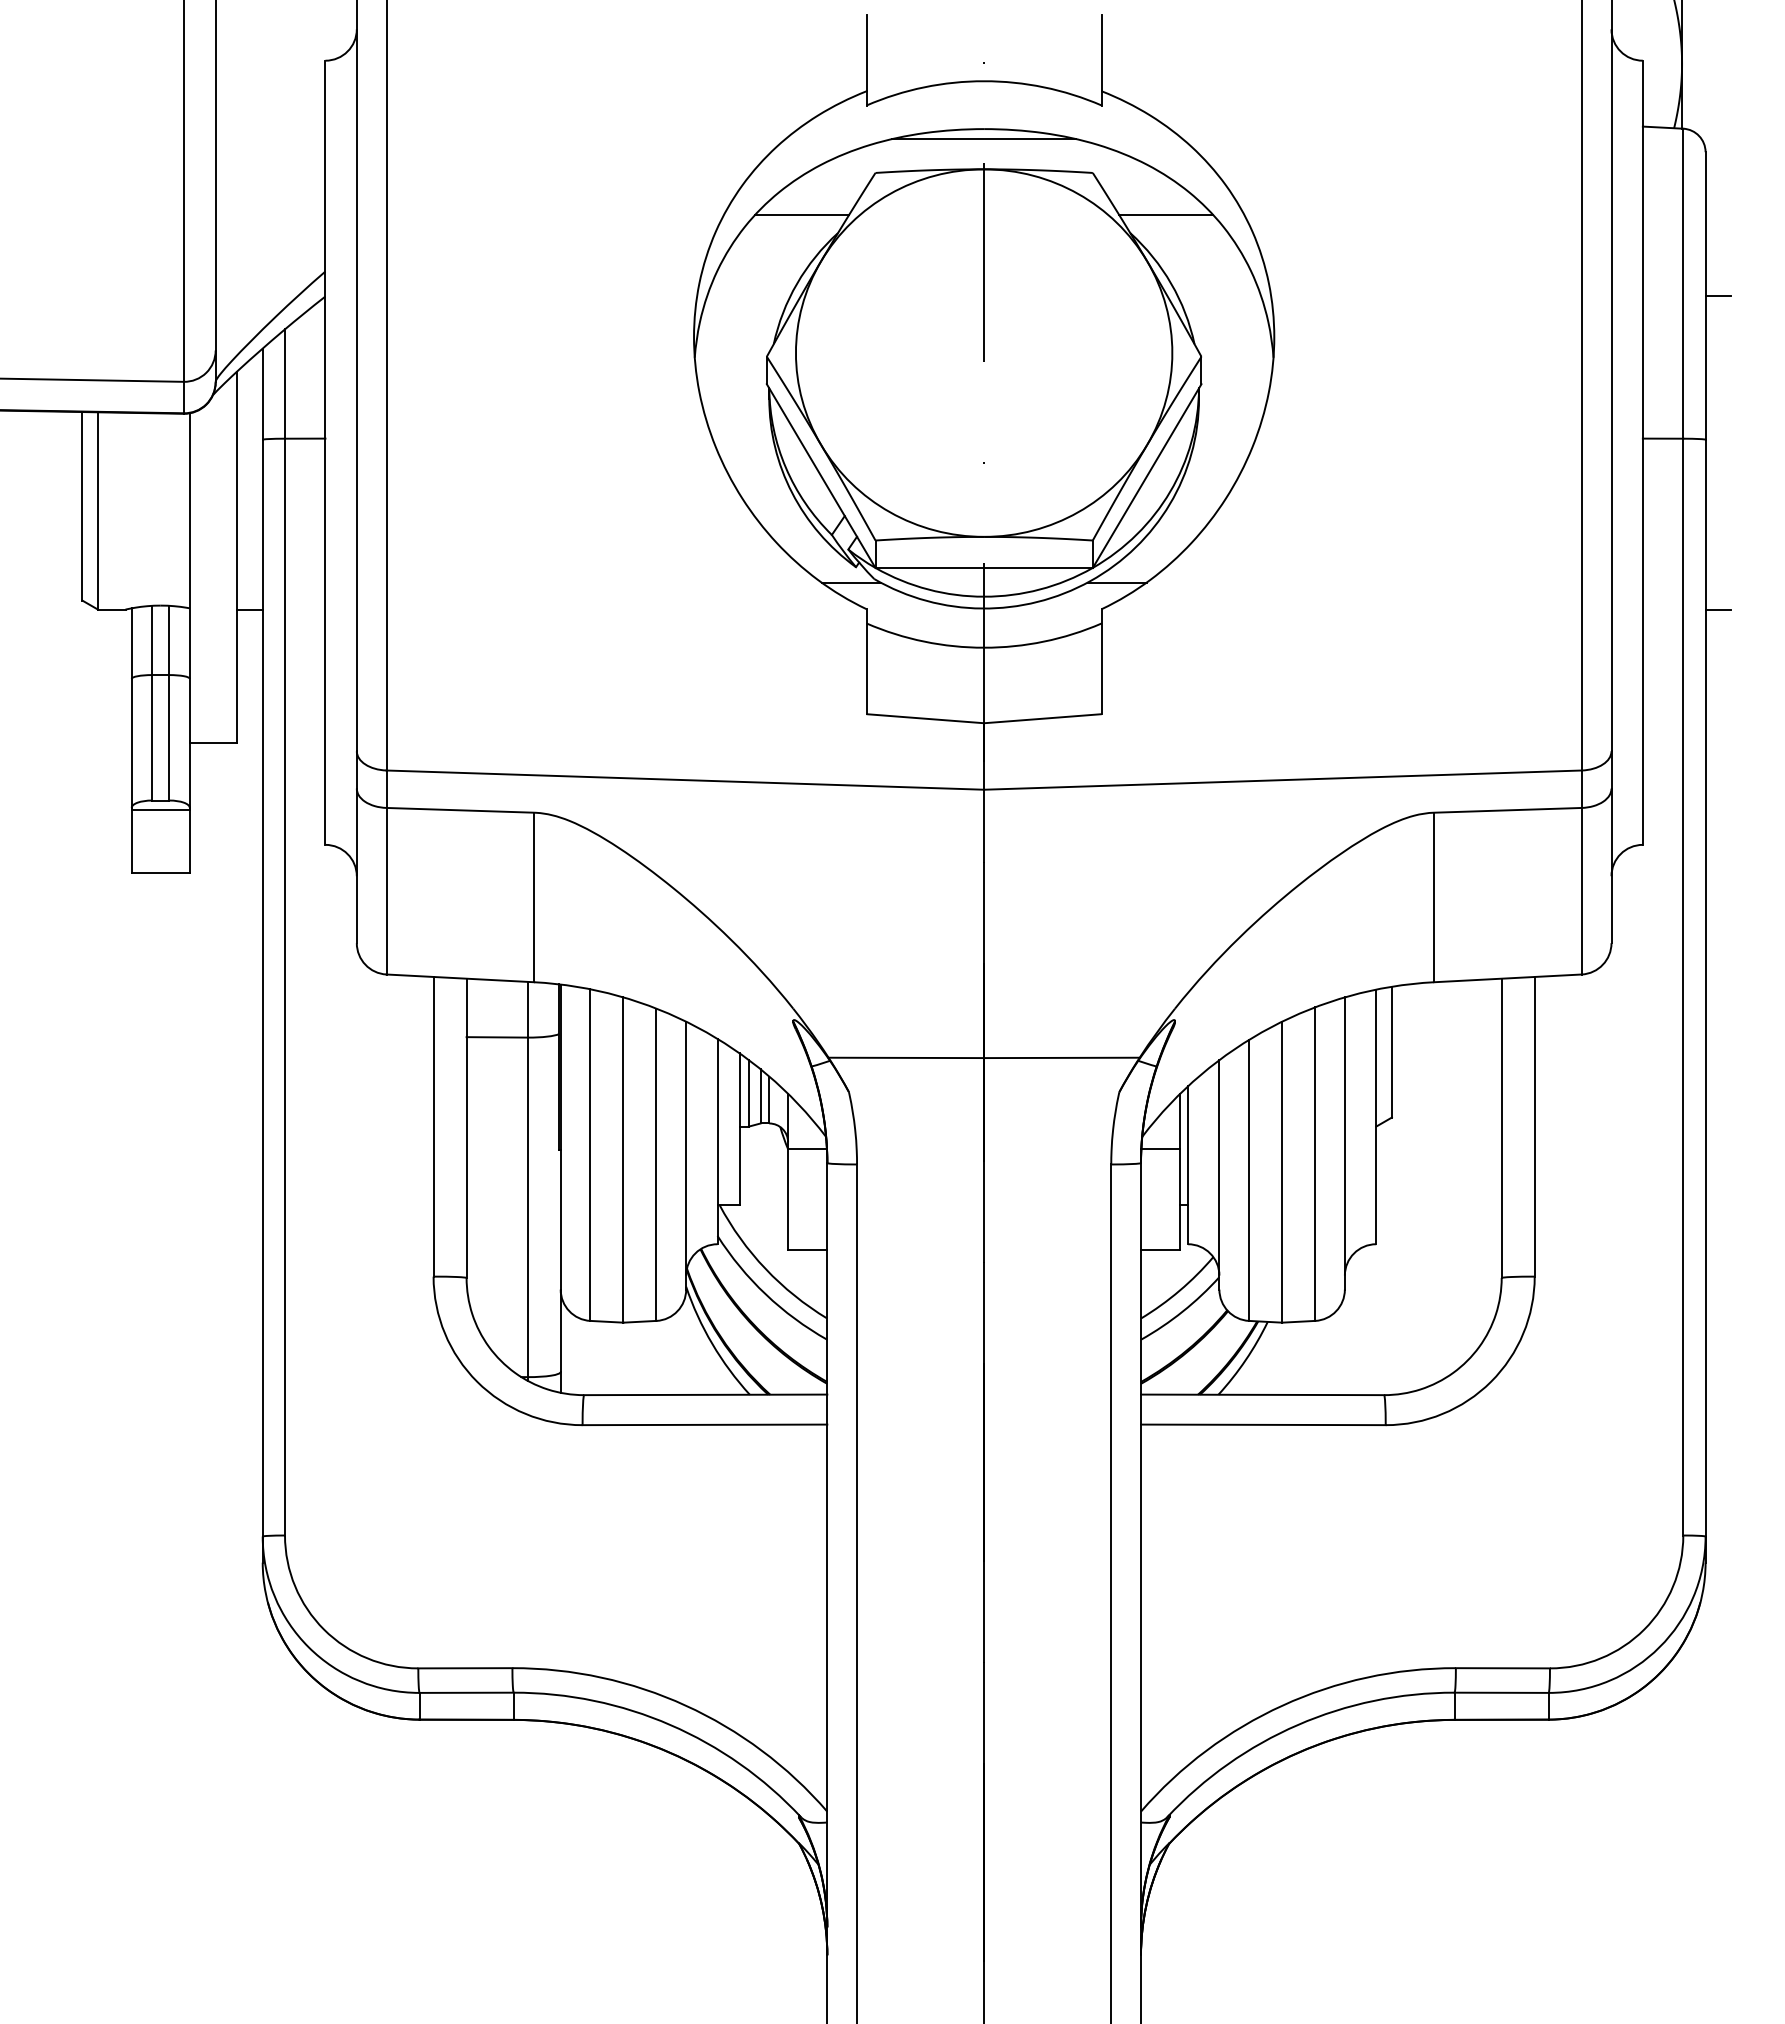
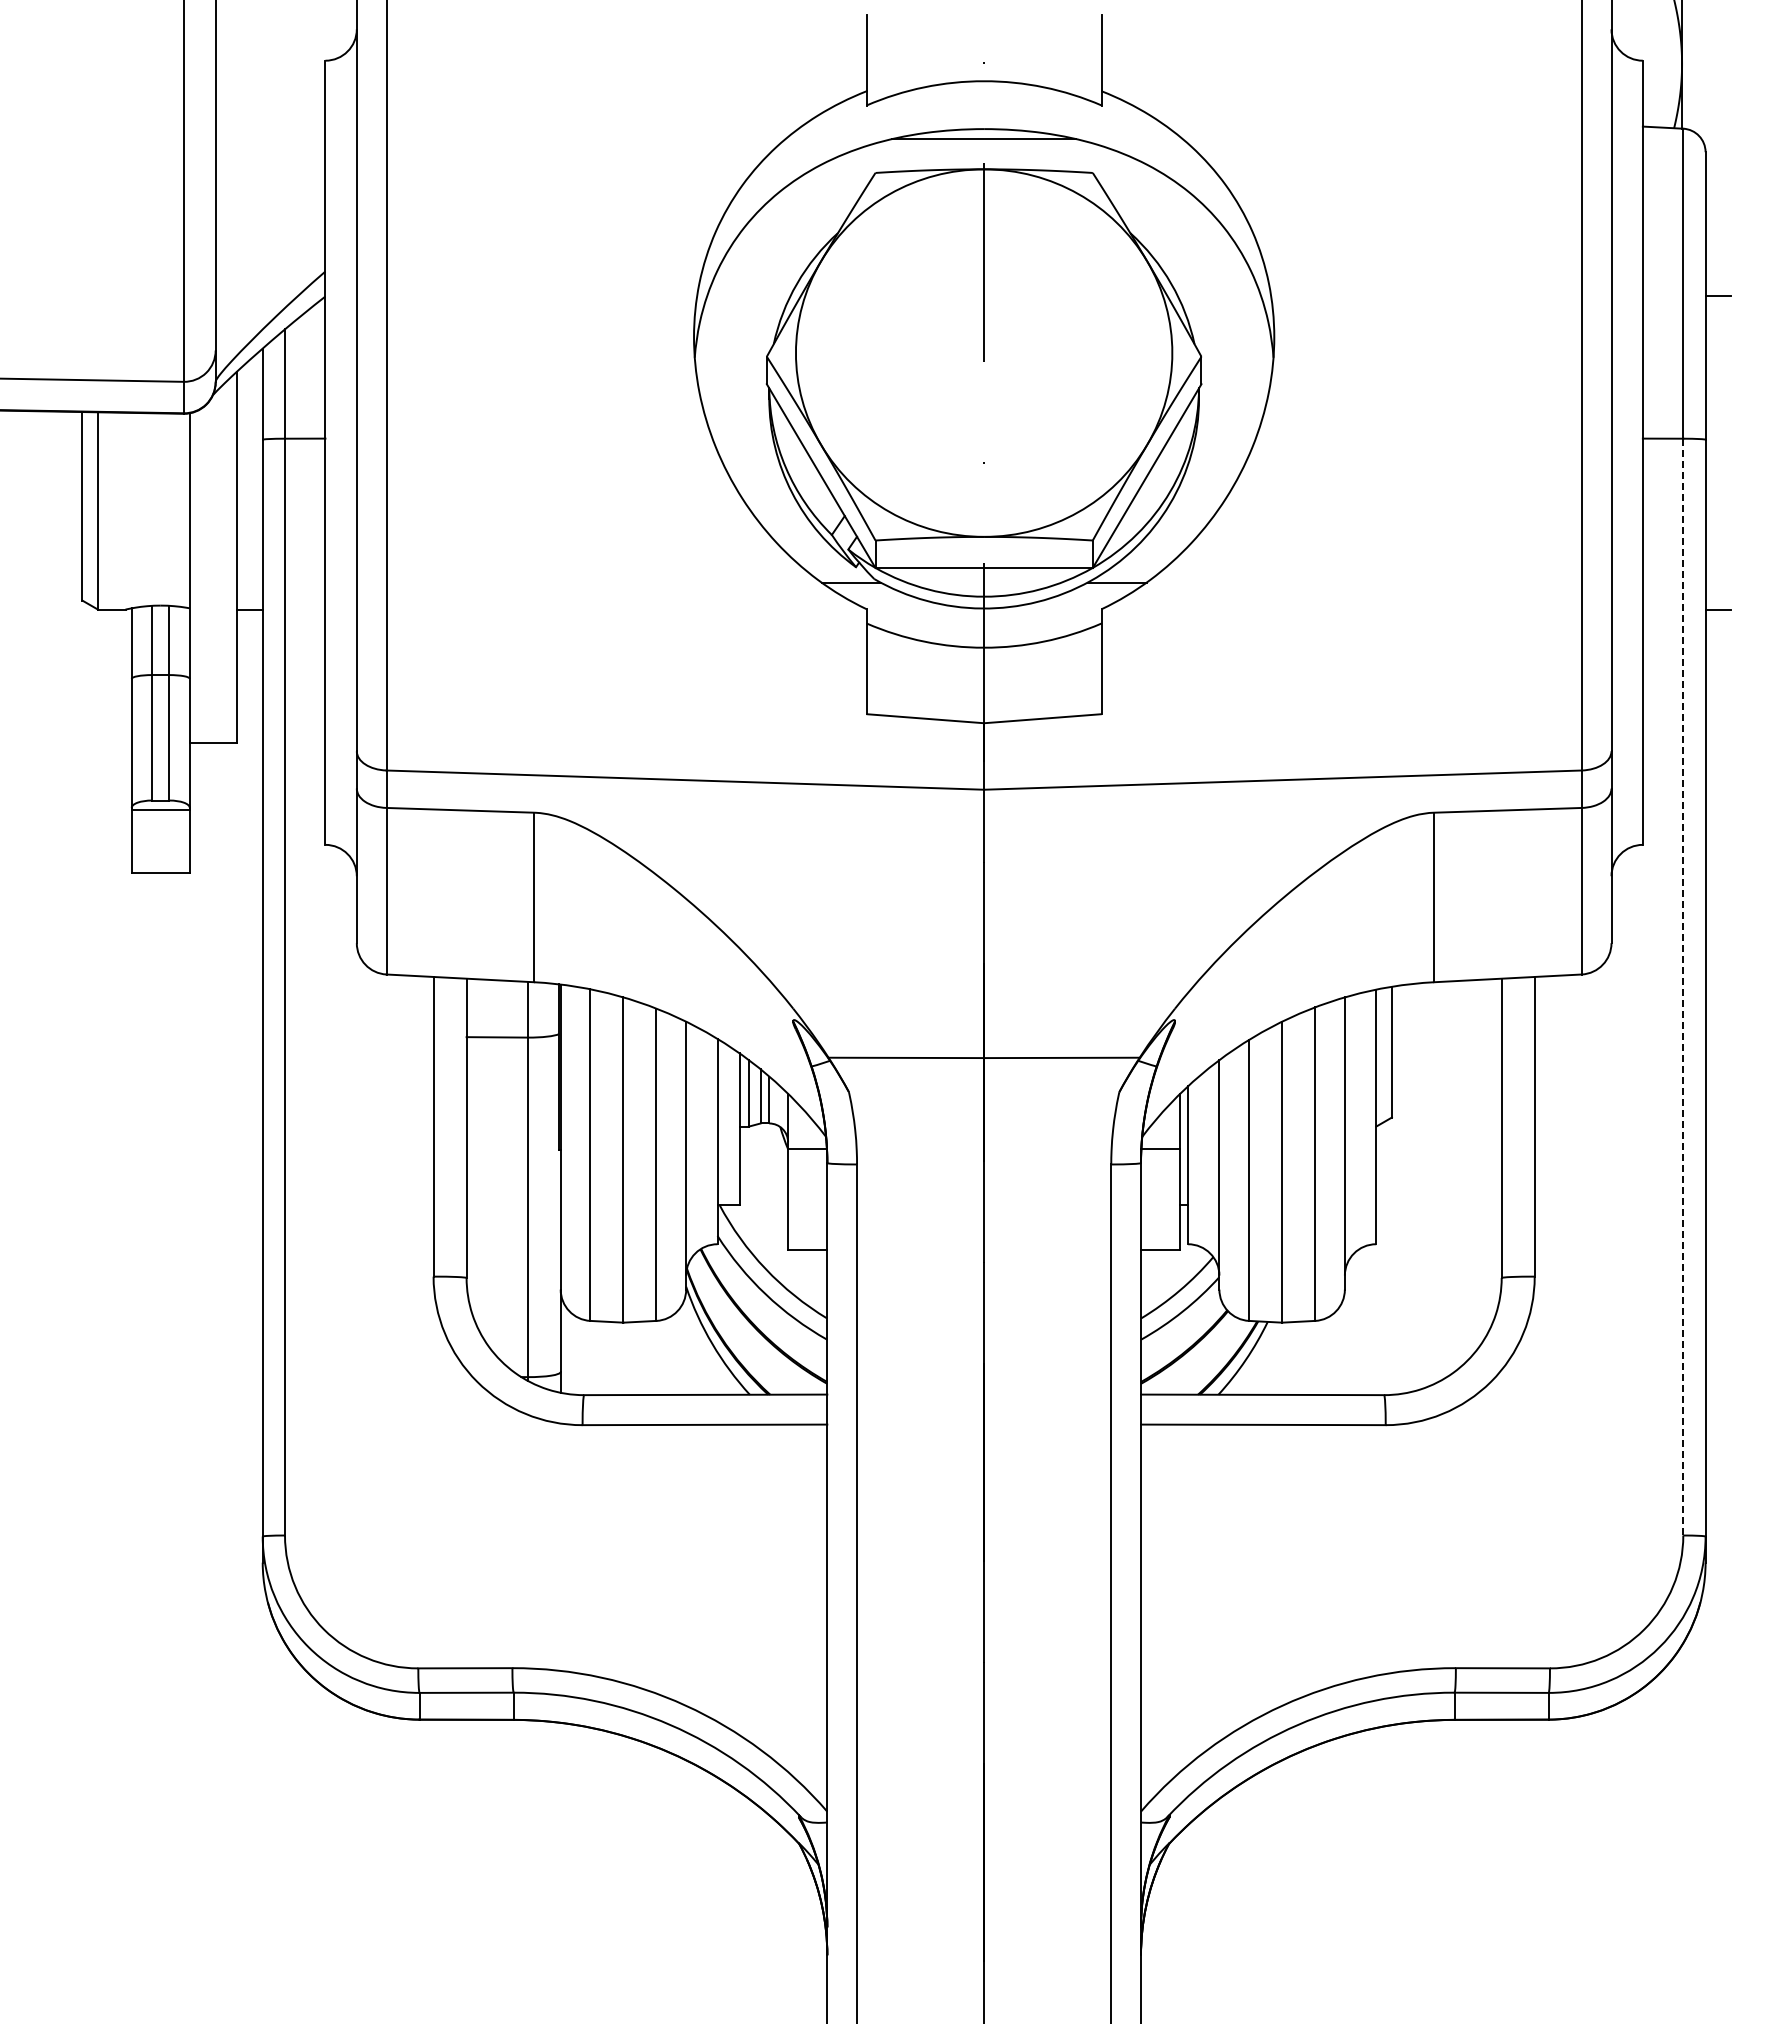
line at (802, 214): present -> none
line at (1166, 214): present -> none
line at (1683, 987): solid -> dashed
